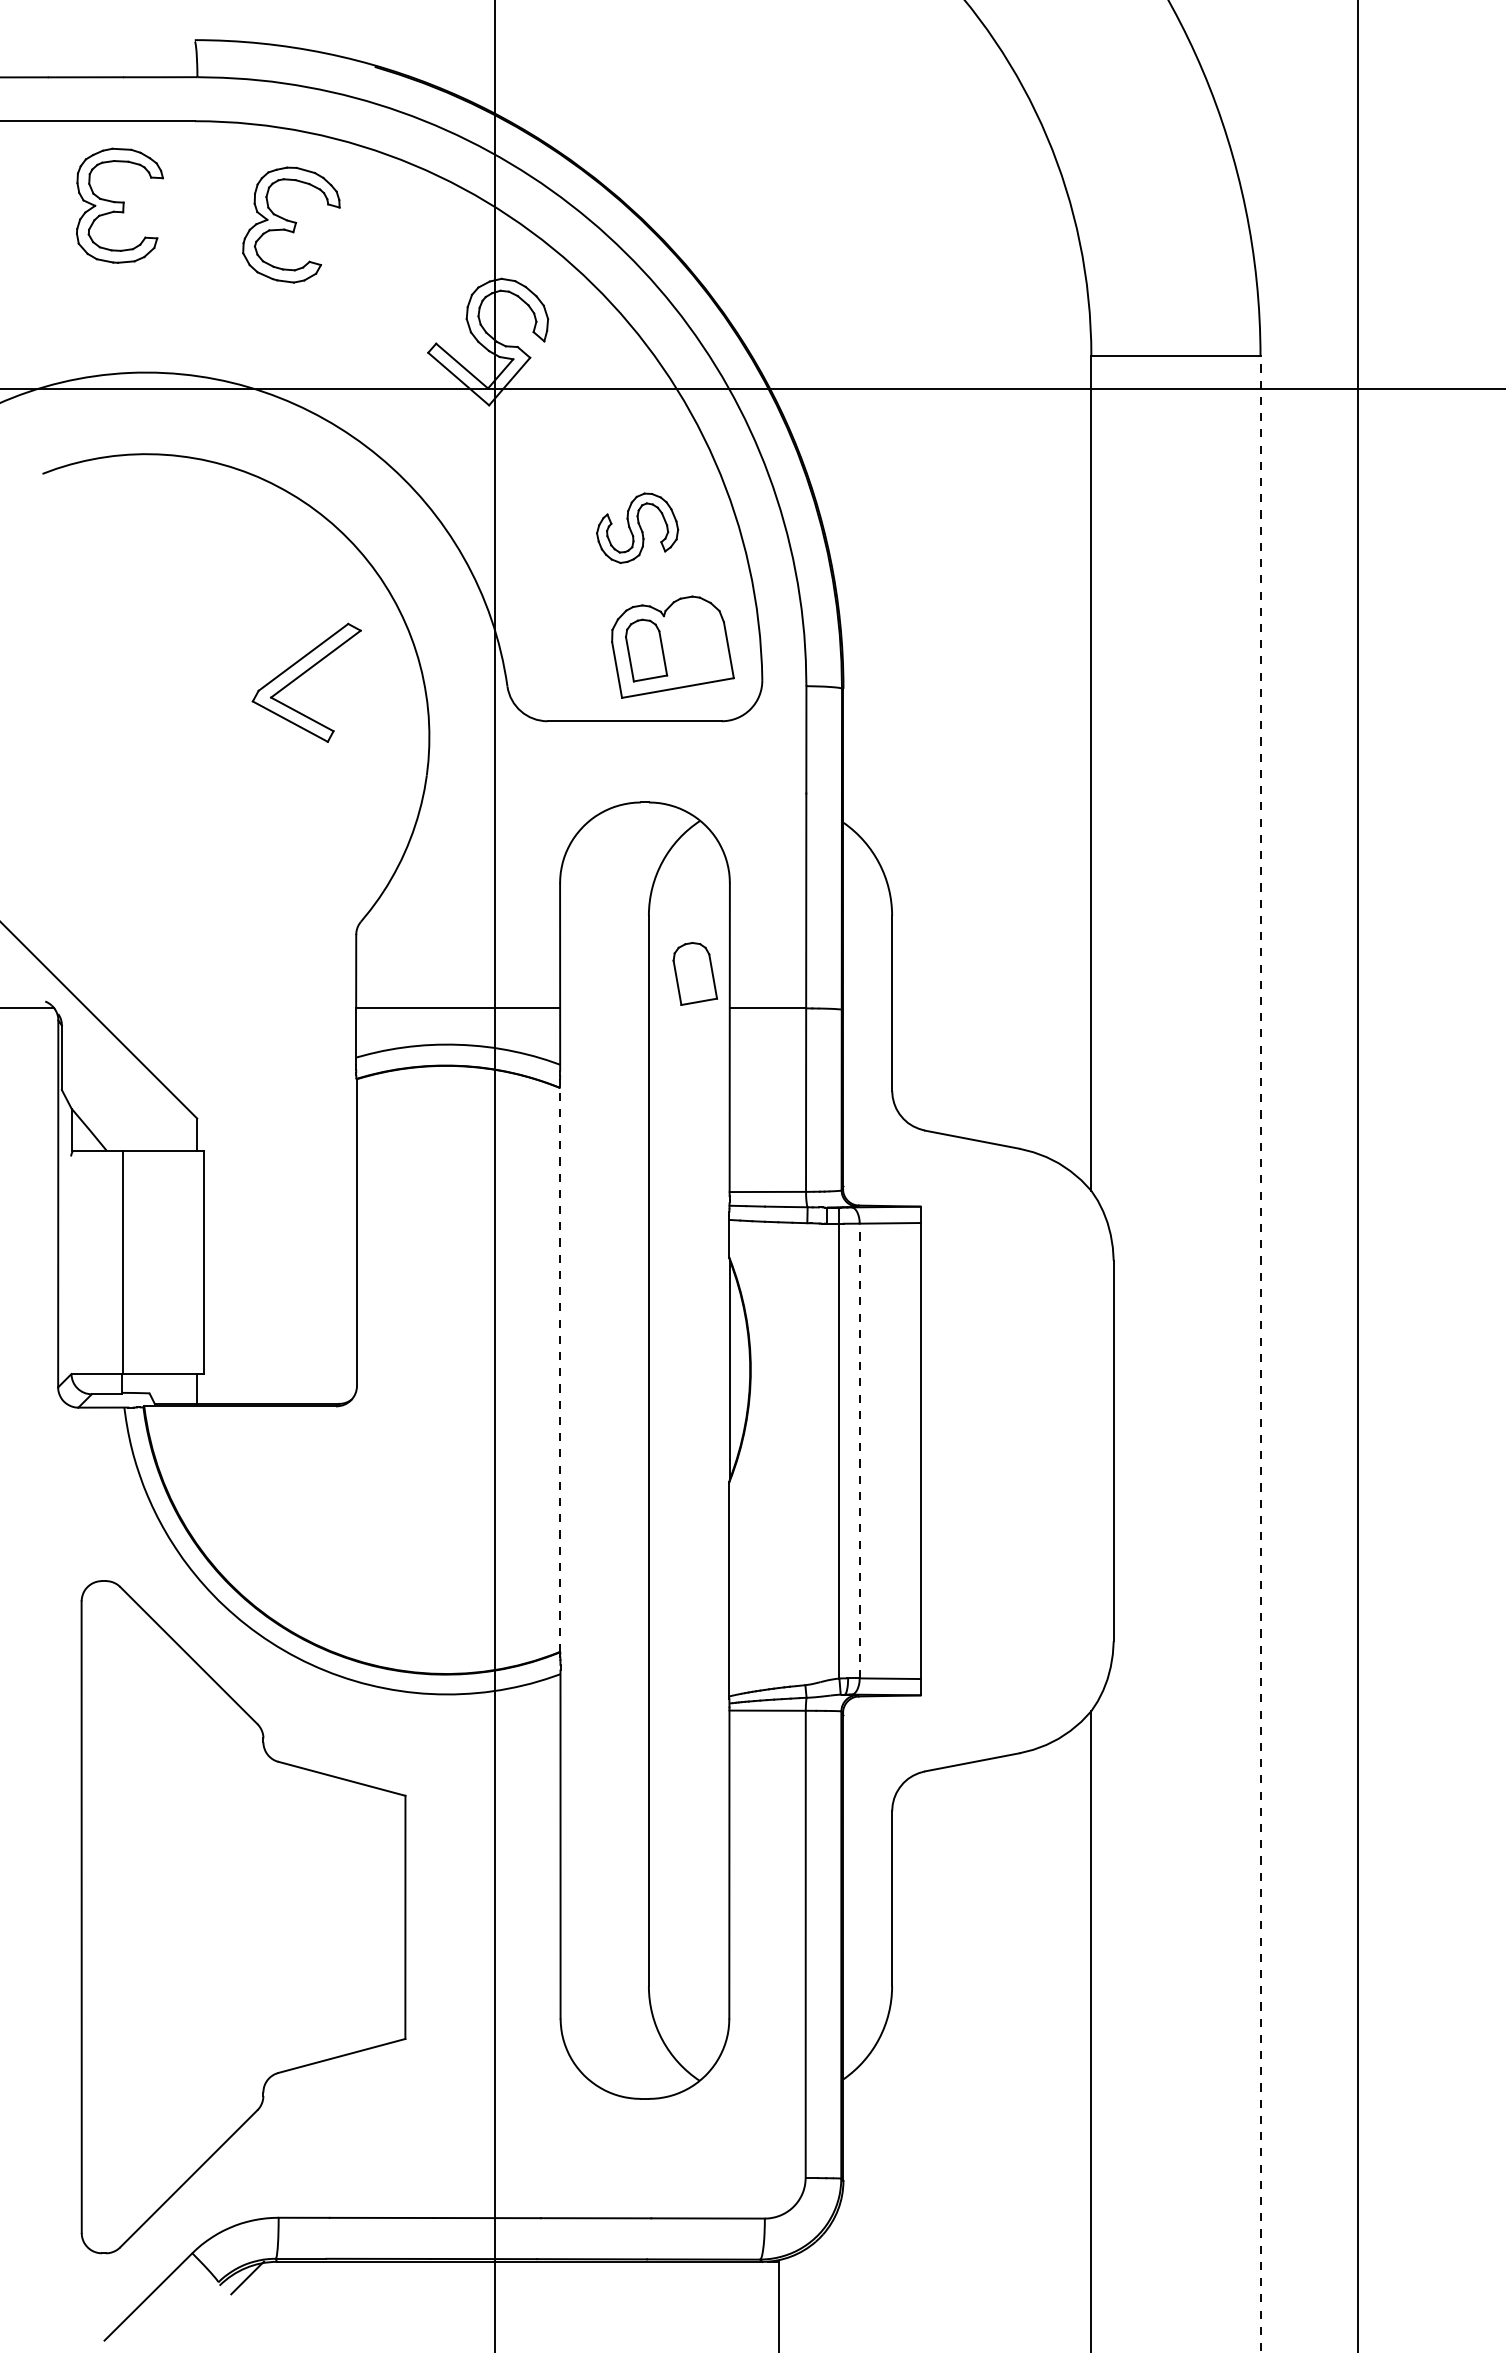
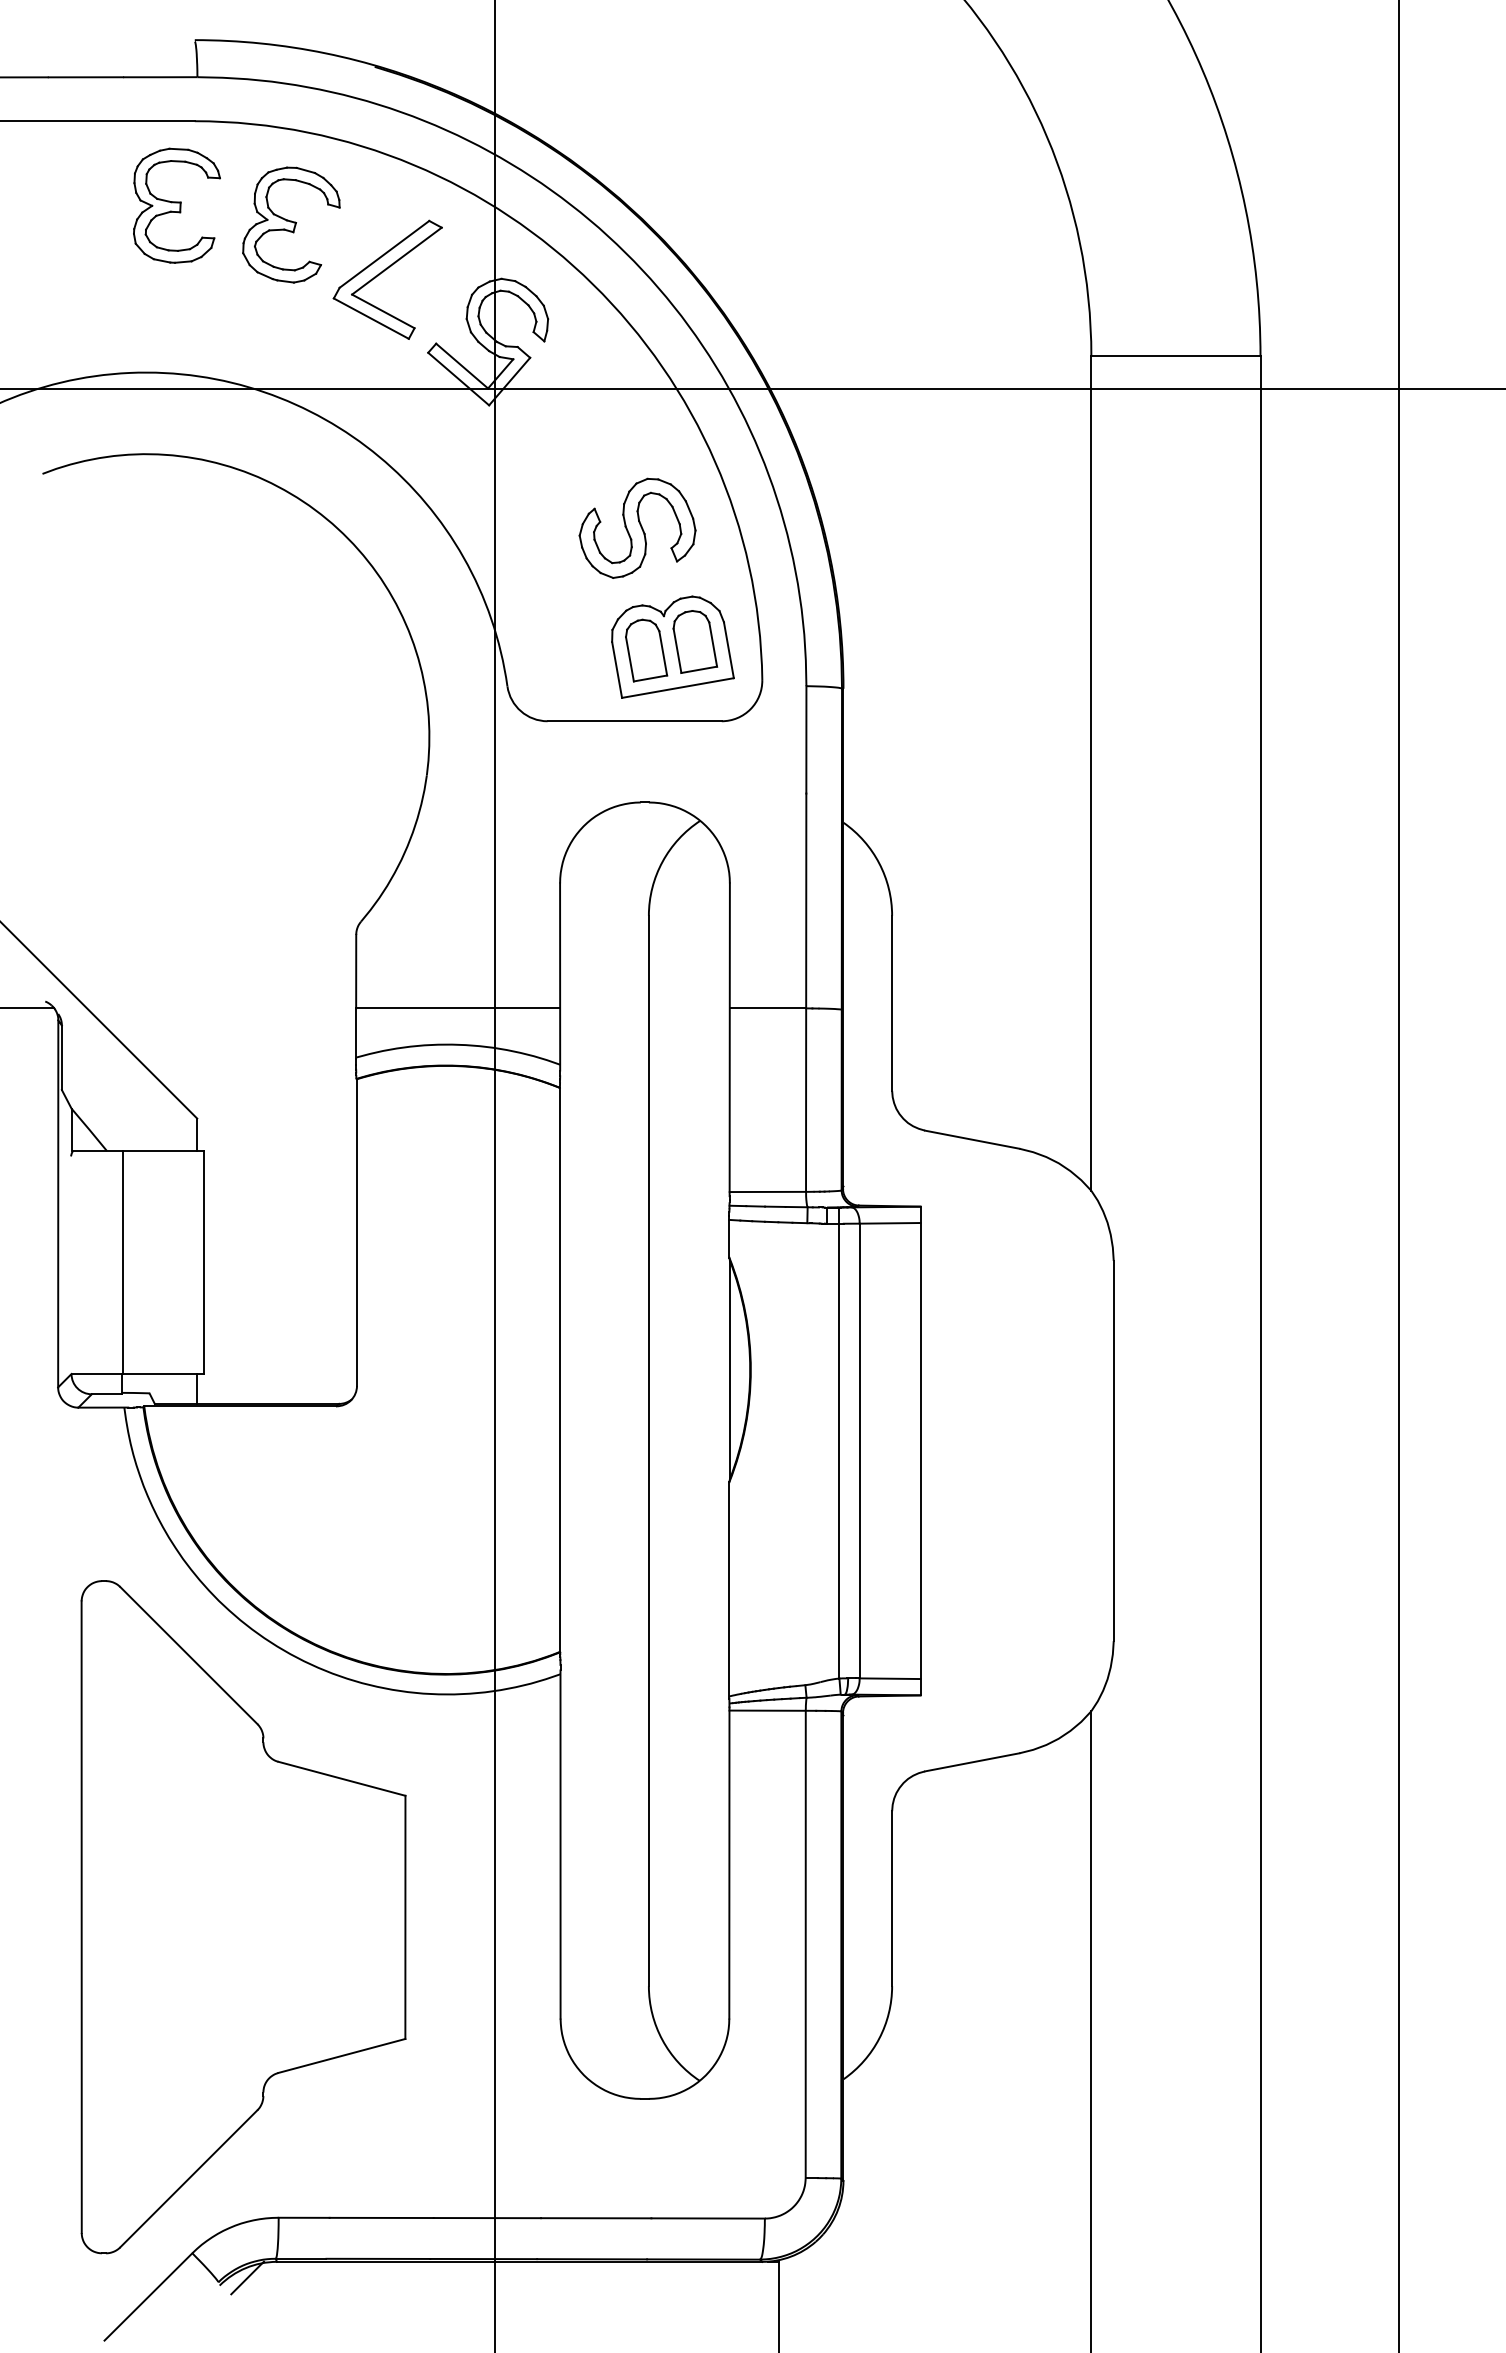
part at (119, 205) position: (119, 205) -> (176, 205)
part at (637, 527) size: 84x72 px -> 119x102 px
part at (301, 676) position: (301, 676) -> (382, 273)
part at (695, 973) position: (695, 973) -> (695, 641)
line at (1357, 1175) position: (1357, 1175) -> (1398, 1175)
line at (1260, 1354): dashed -> solid
line at (559, 1369): dashed -> solid
line at (859, 1450): dashed -> solid
